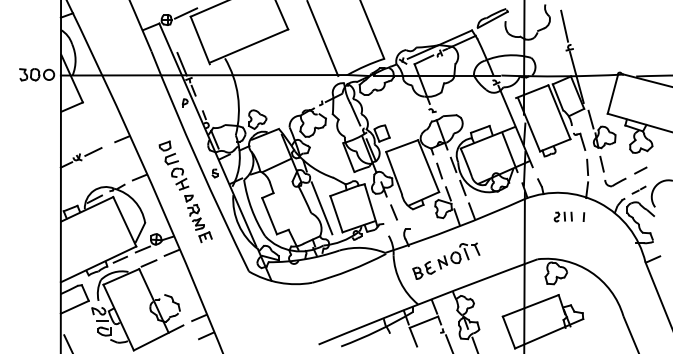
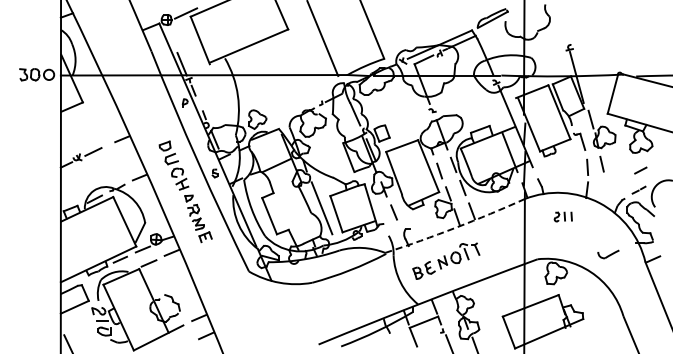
line at (564, 25): present -> none
part at (615, 182) position: (615, 182) -> (608, 254)
line at (583, 216): present -> none
arc at (455, 227): solid -> dashed
